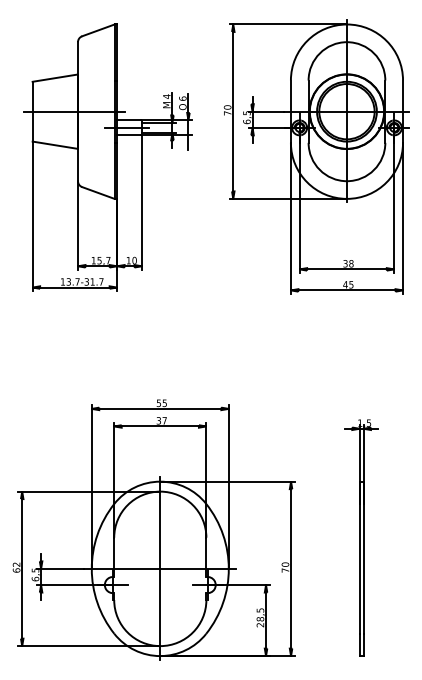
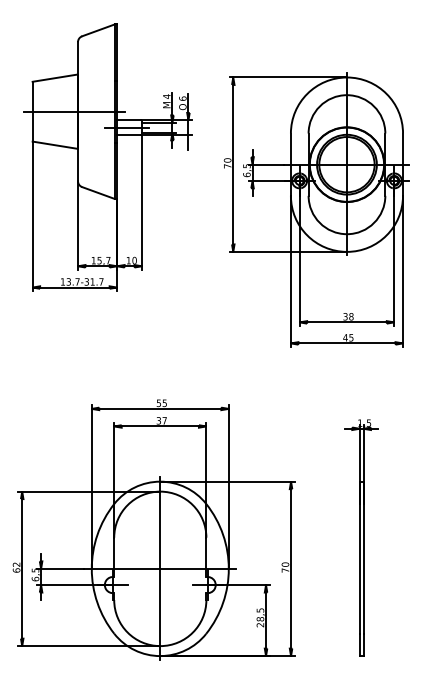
part at (316, 156) position: (316, 156) -> (316, 209)
